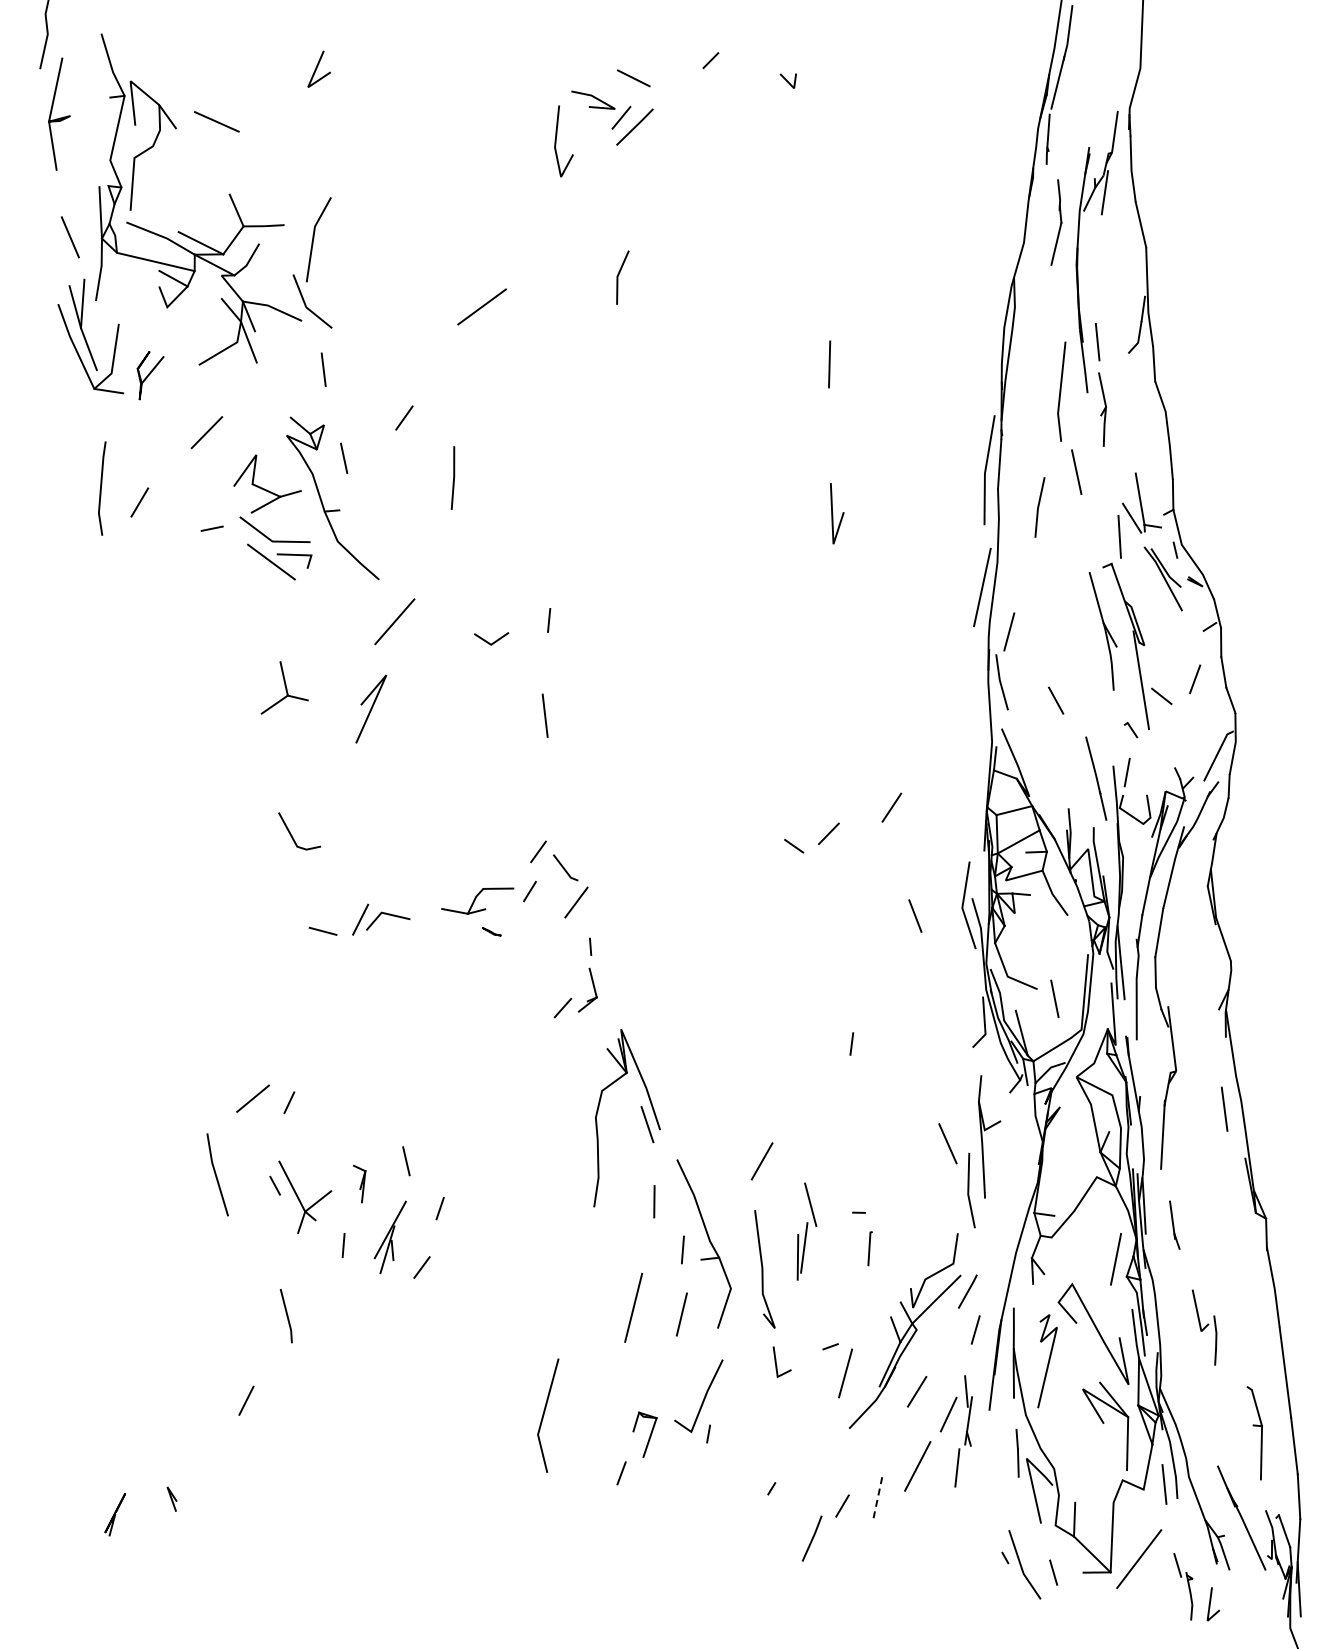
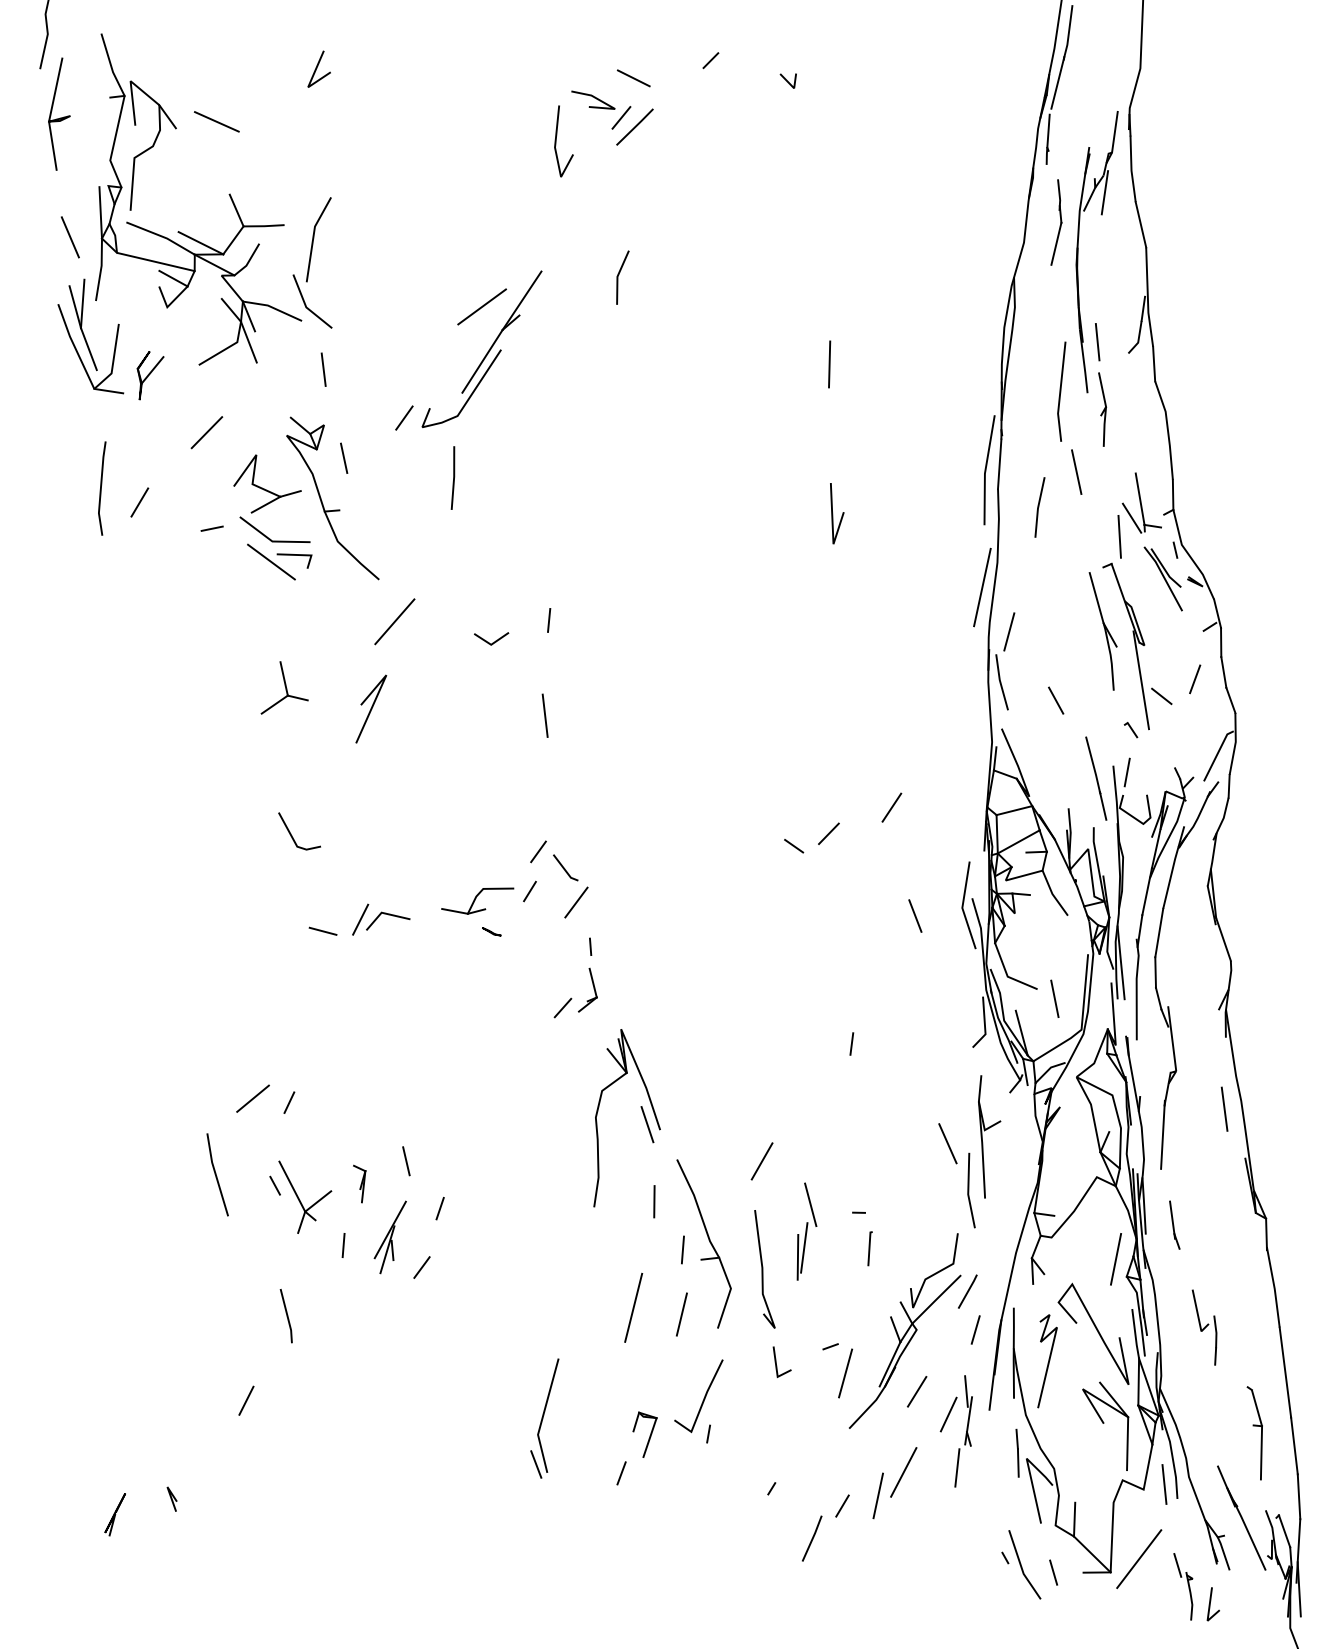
part at (487, 351): none -> present
line at (536, 1464): none -> present
line at (917, 1466) position: (917, 1466) -> (903, 1472)
line at (878, 1495): dashed -> solid
